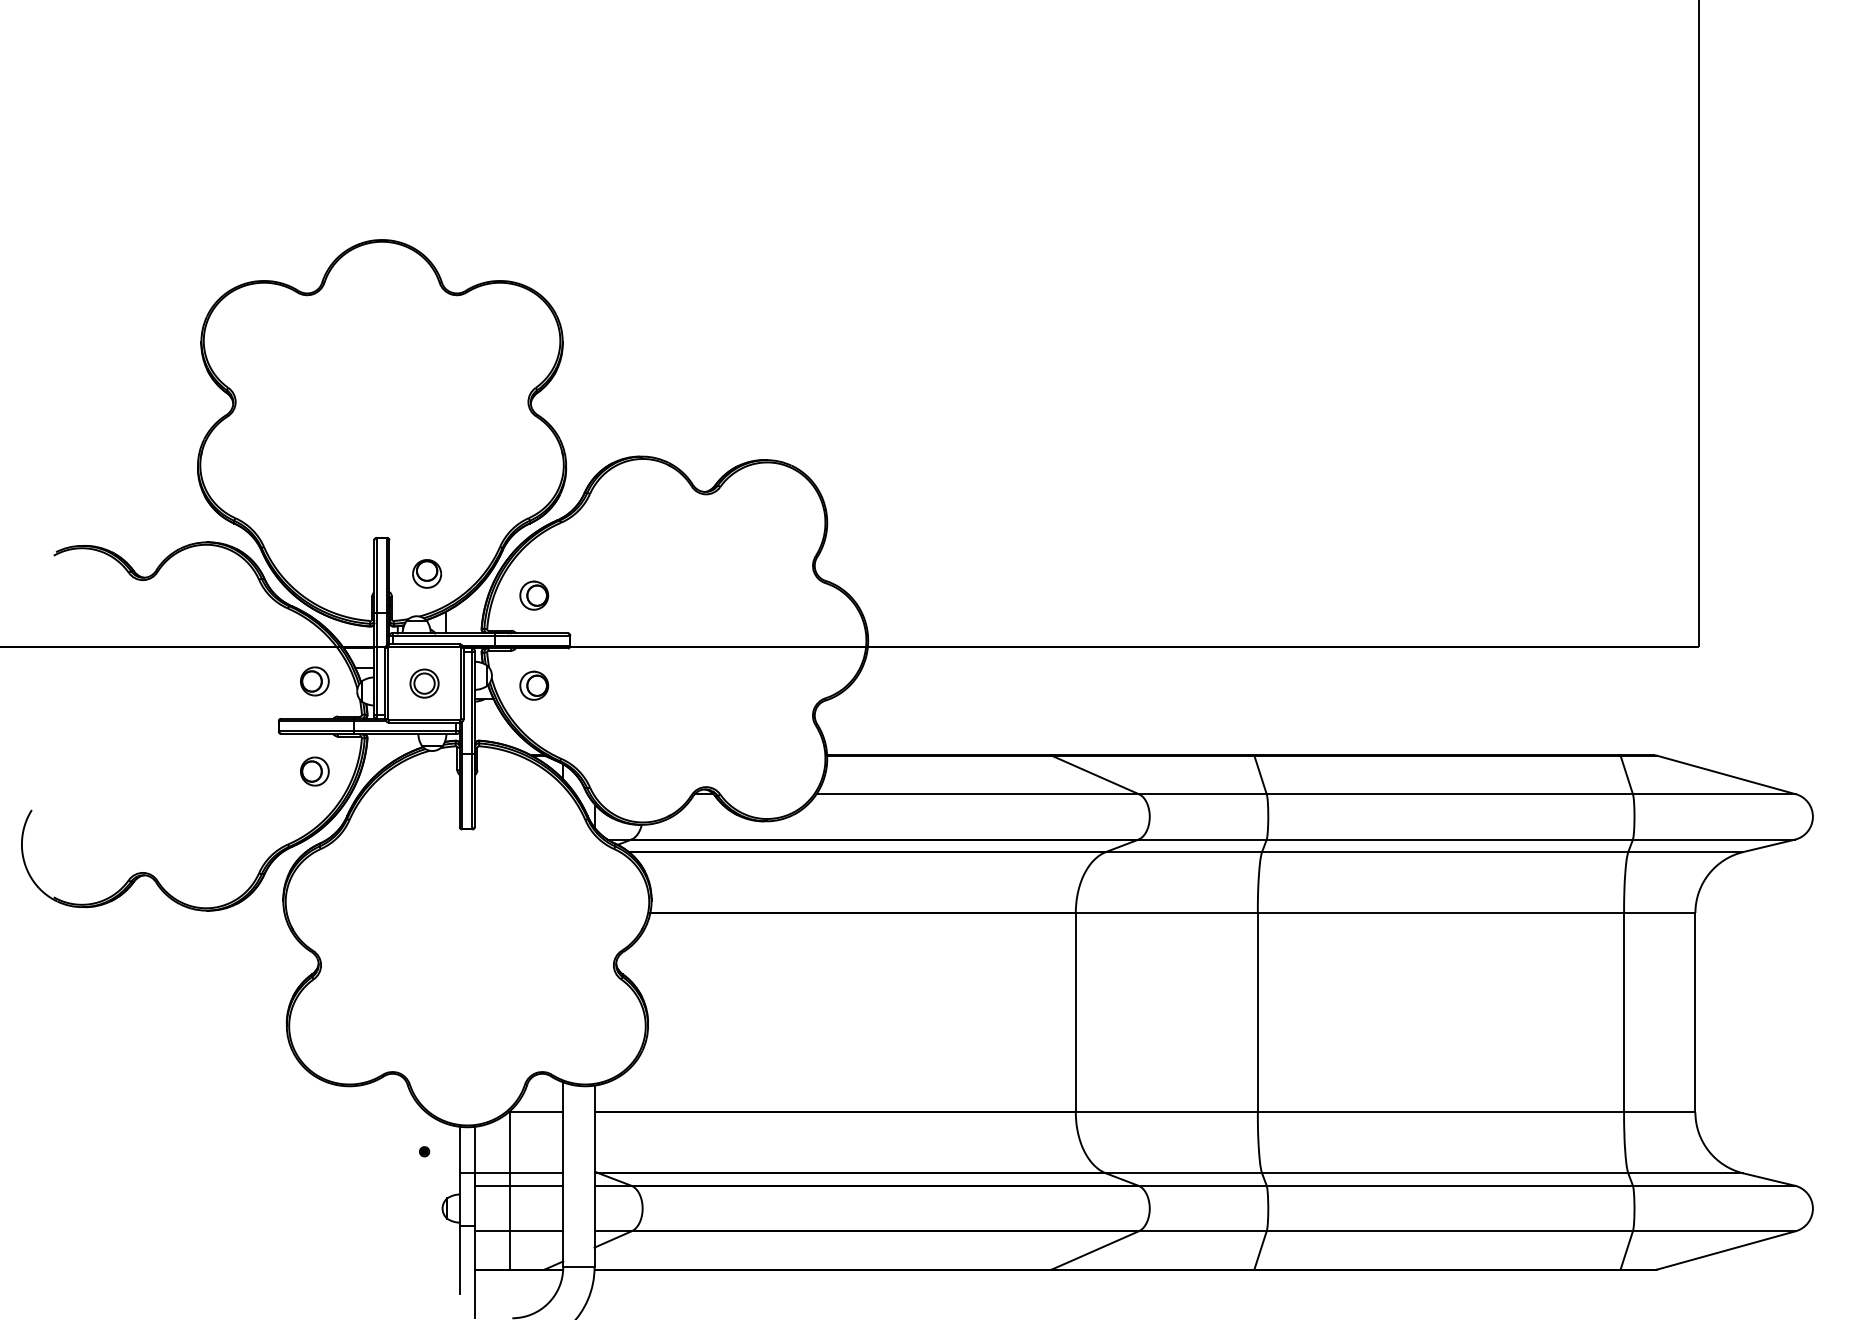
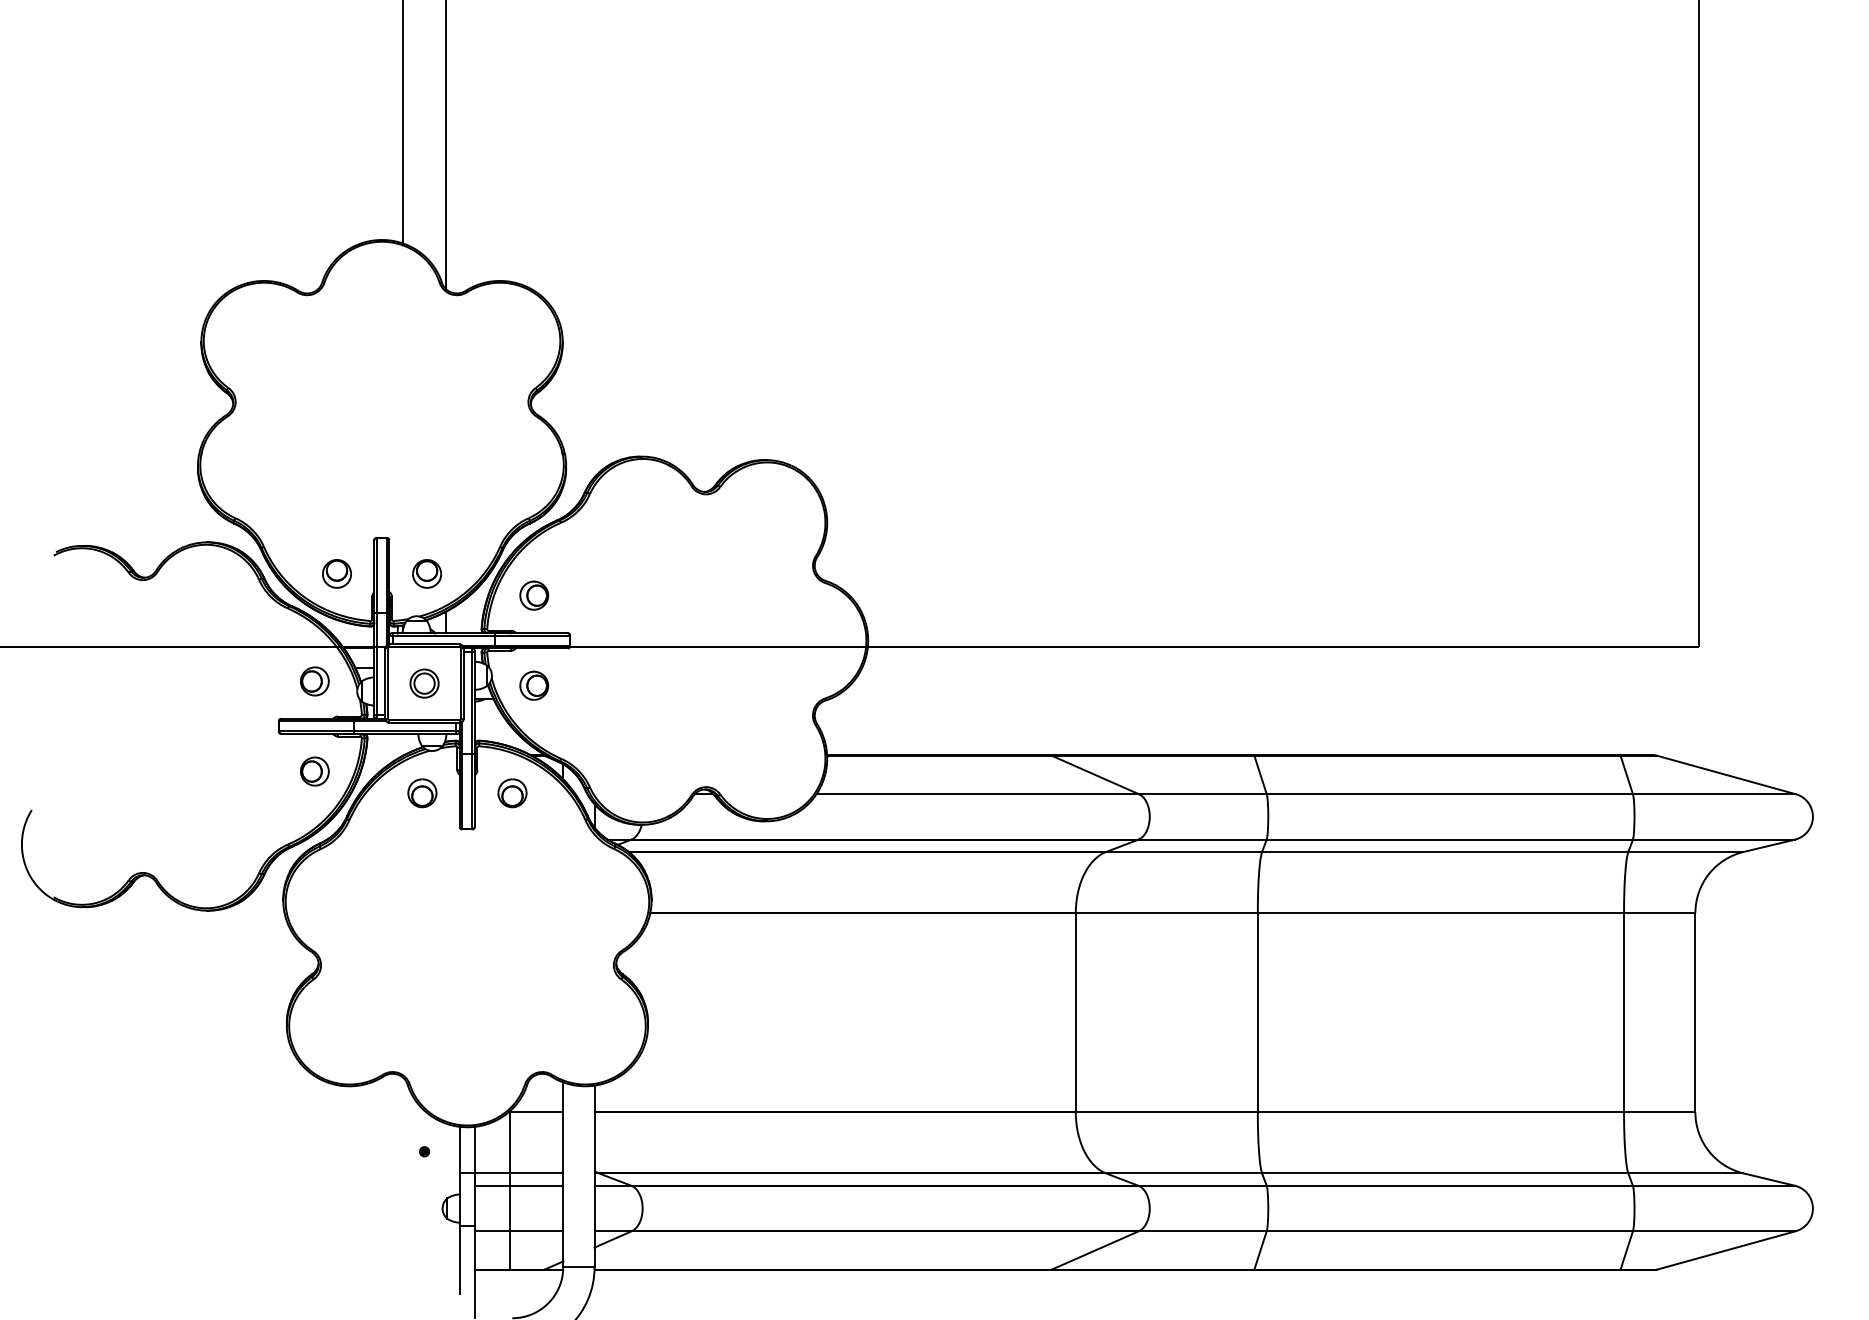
line at (403, 122): none -> present
line at (445, 145): none -> present
part at (336, 573): none -> present
part at (422, 793): none -> present
part at (512, 793): none -> present
